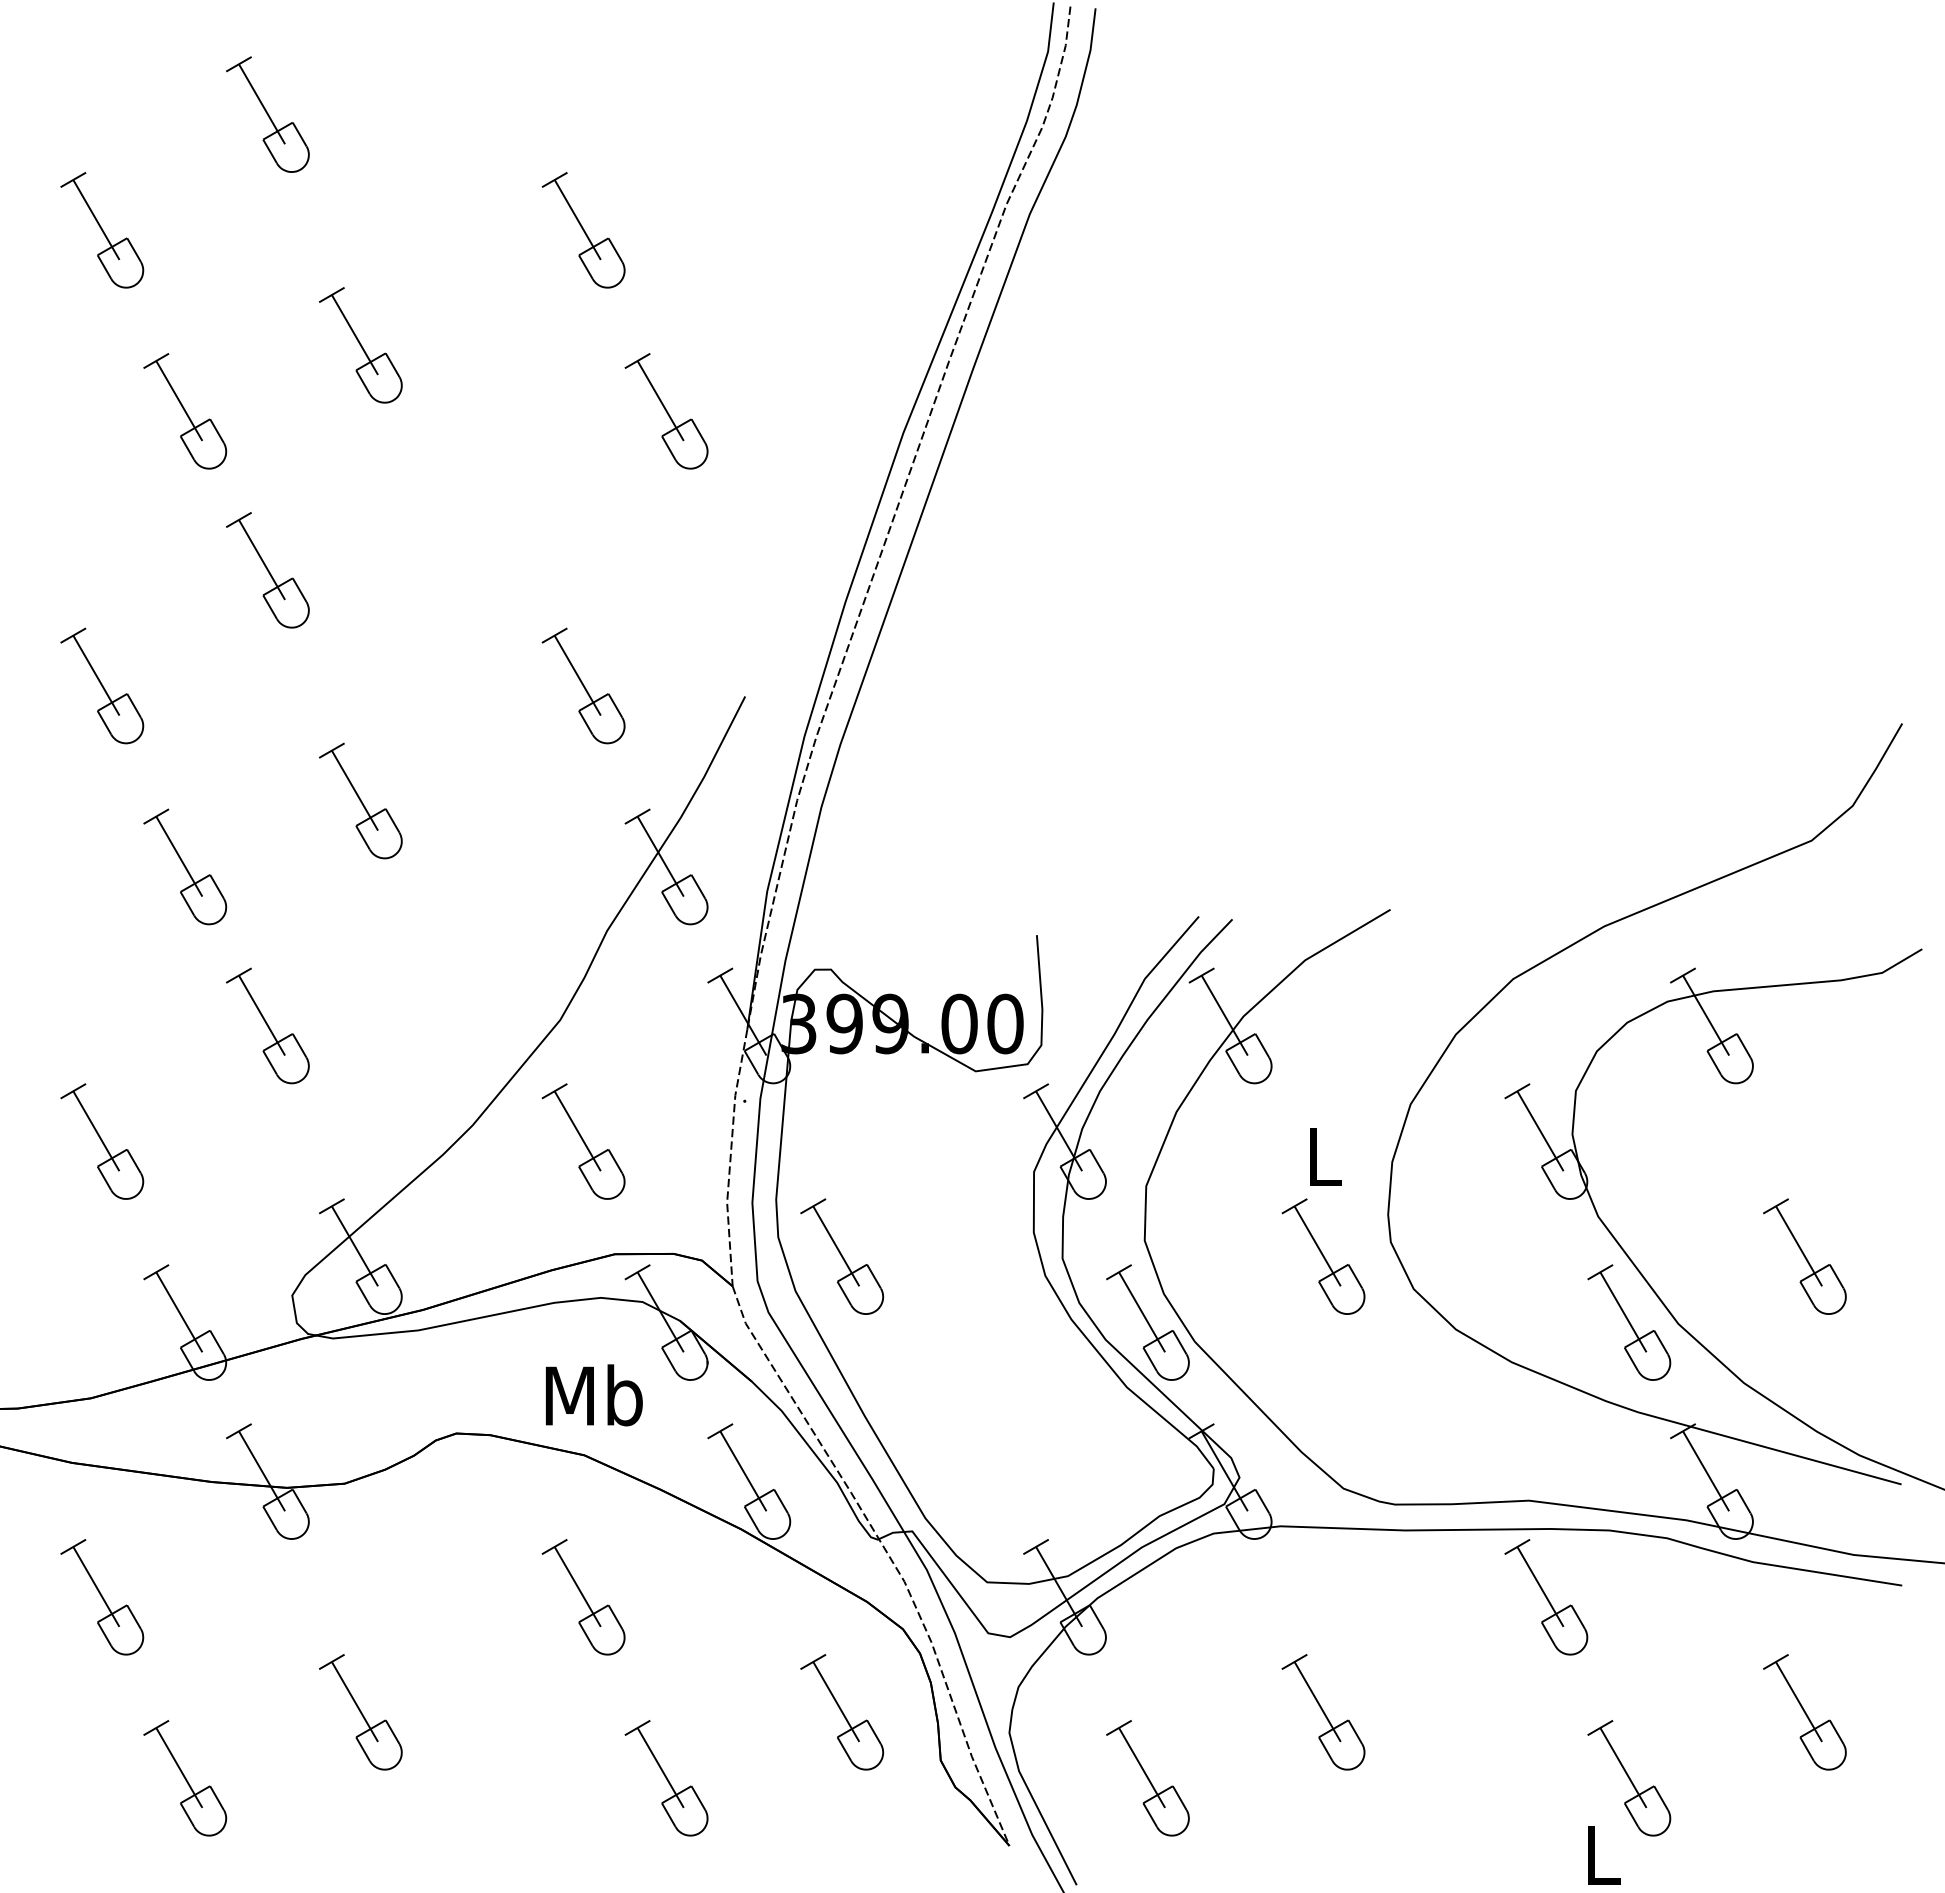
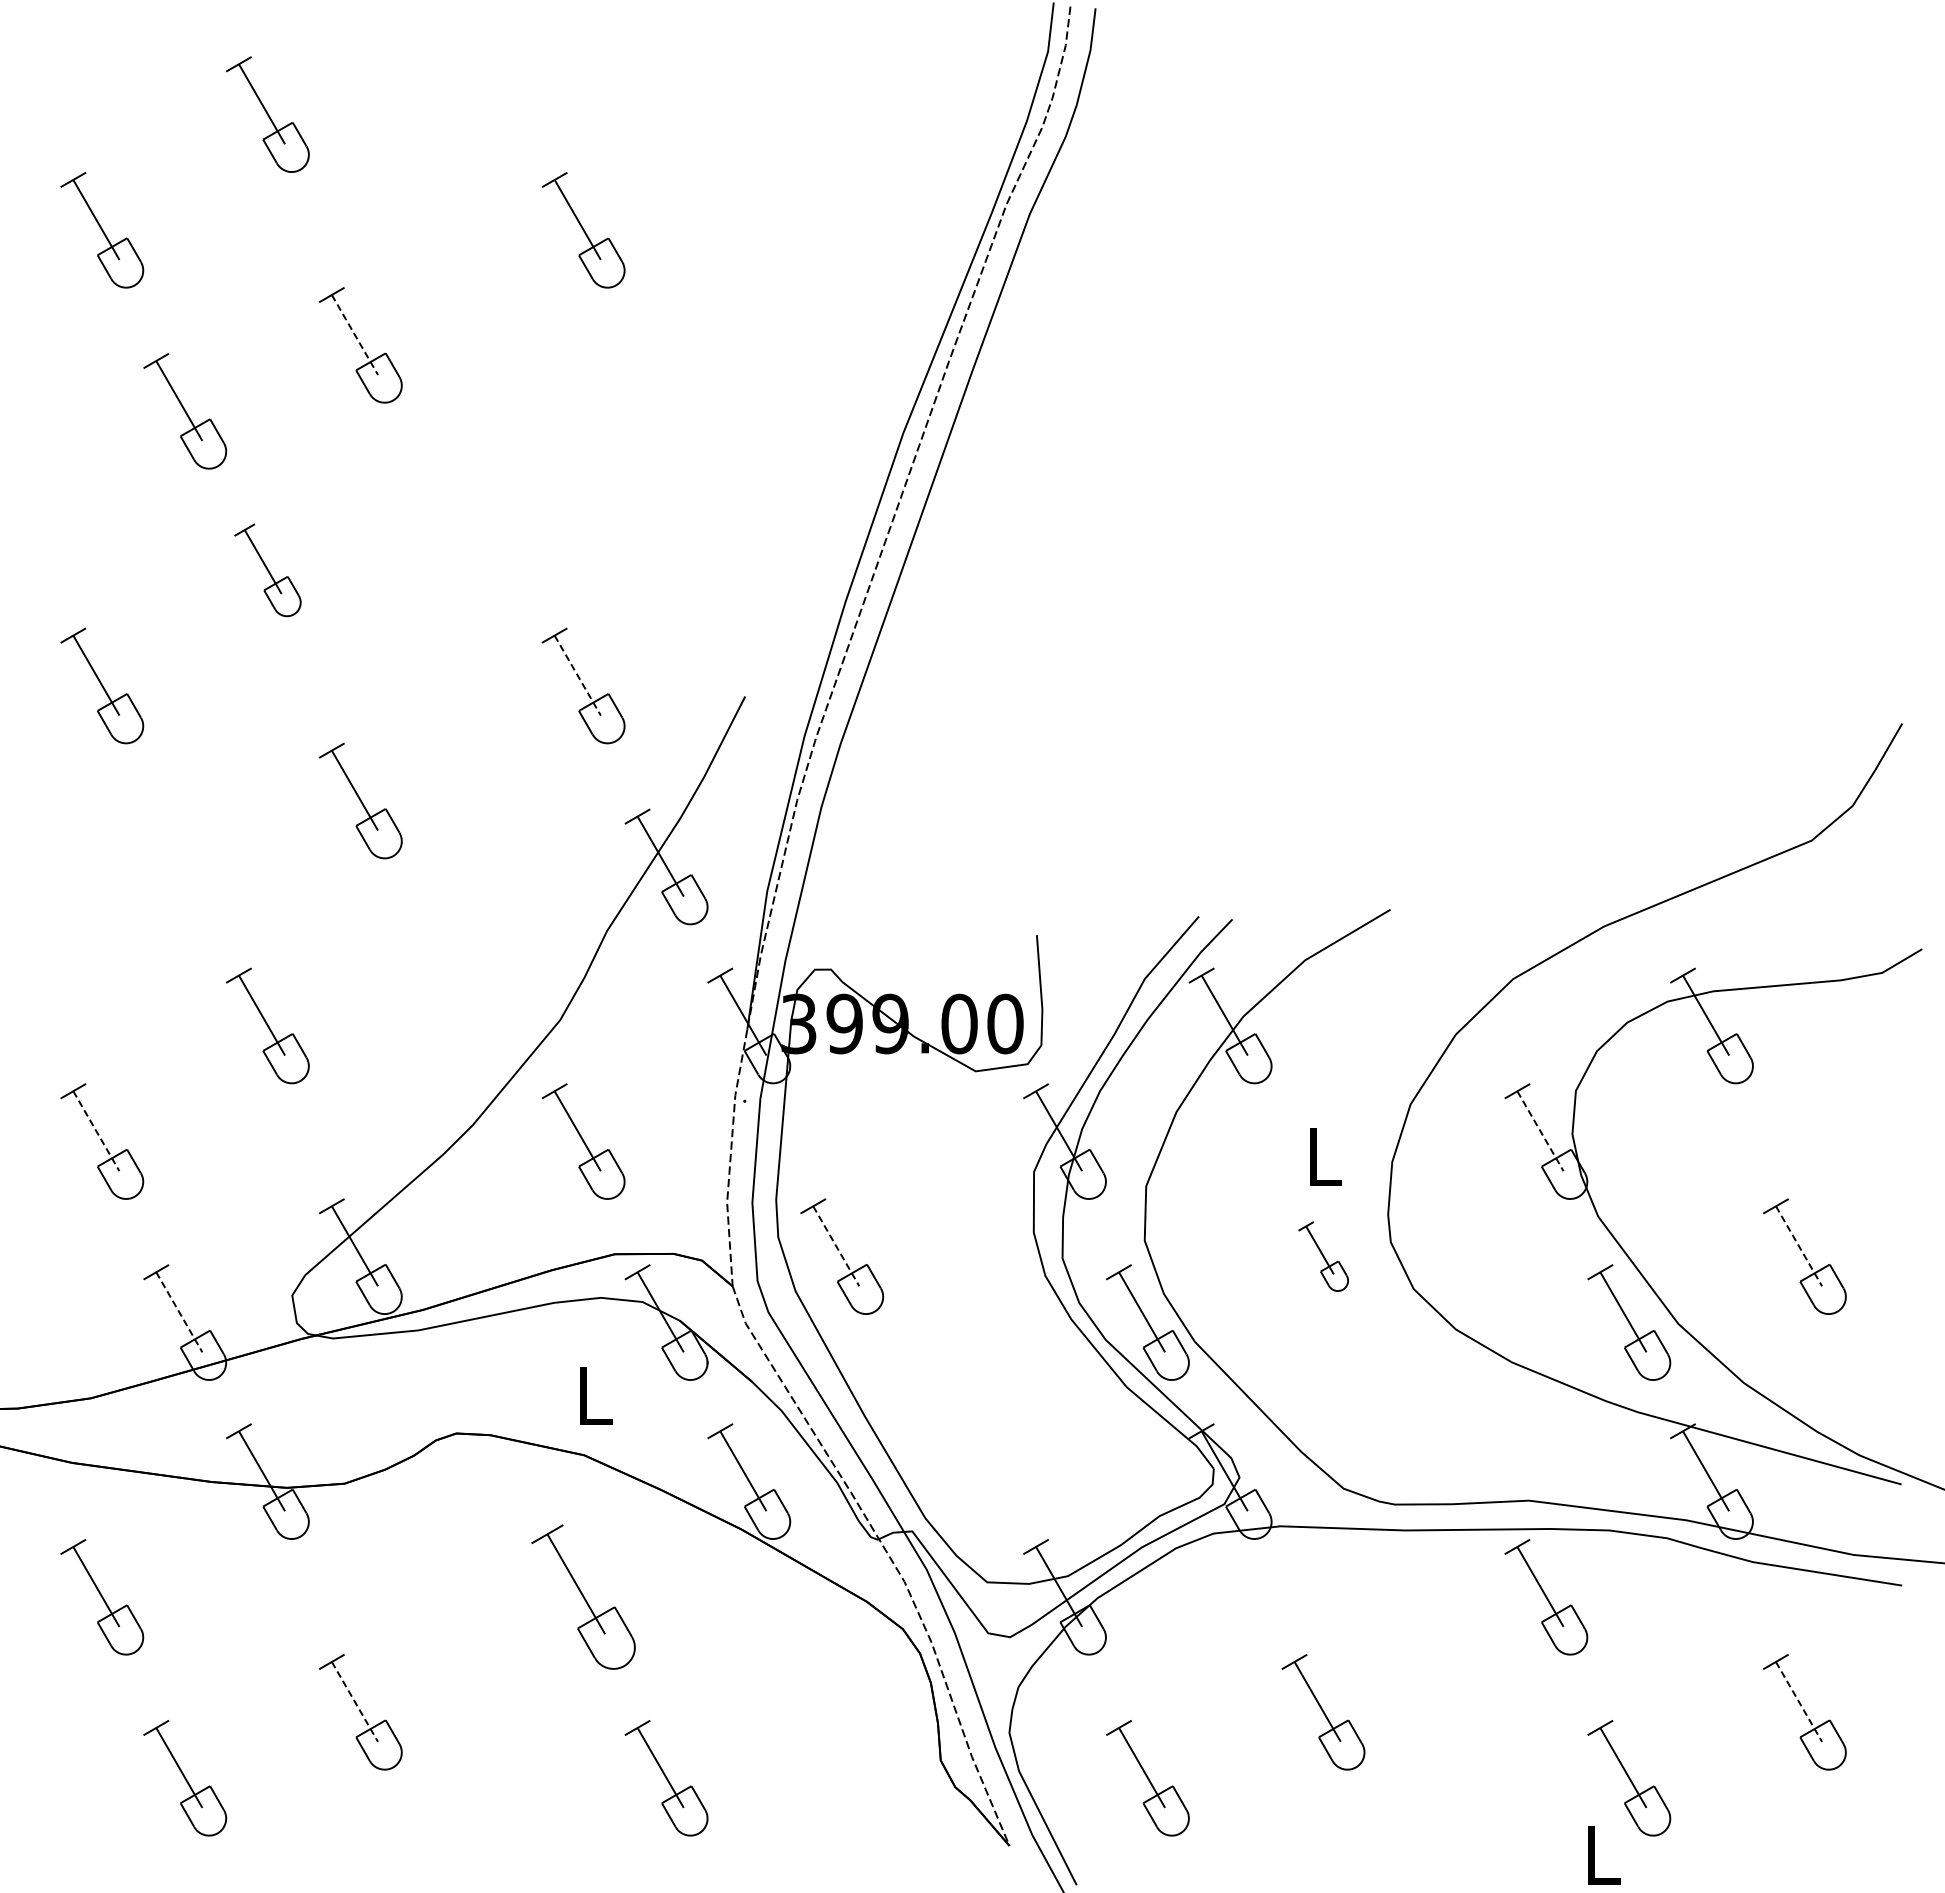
line at (355, 335): solid -> dashed
part at (666, 411): present -> none
part at (267, 570) size: 84x117 px -> 68x95 px
line at (578, 676): solid -> dashed
part at (185, 866): present -> none
line at (96, 1131): solid -> dashed
line at (1540, 1131): solid -> dashed
line at (836, 1246): solid -> dashed
line at (1799, 1246): solid -> dashed
part at (1323, 1256) size: 85x117 px -> 51x71 px
line at (179, 1312): solid -> dashed
text at (593, 1395): Mb -> L
part at (583, 1597) size: 85x117 px -> 105x146 px
line at (355, 1702): solid -> dashed
line at (1799, 1702): solid -> dashed
part at (842, 1712): present -> none
